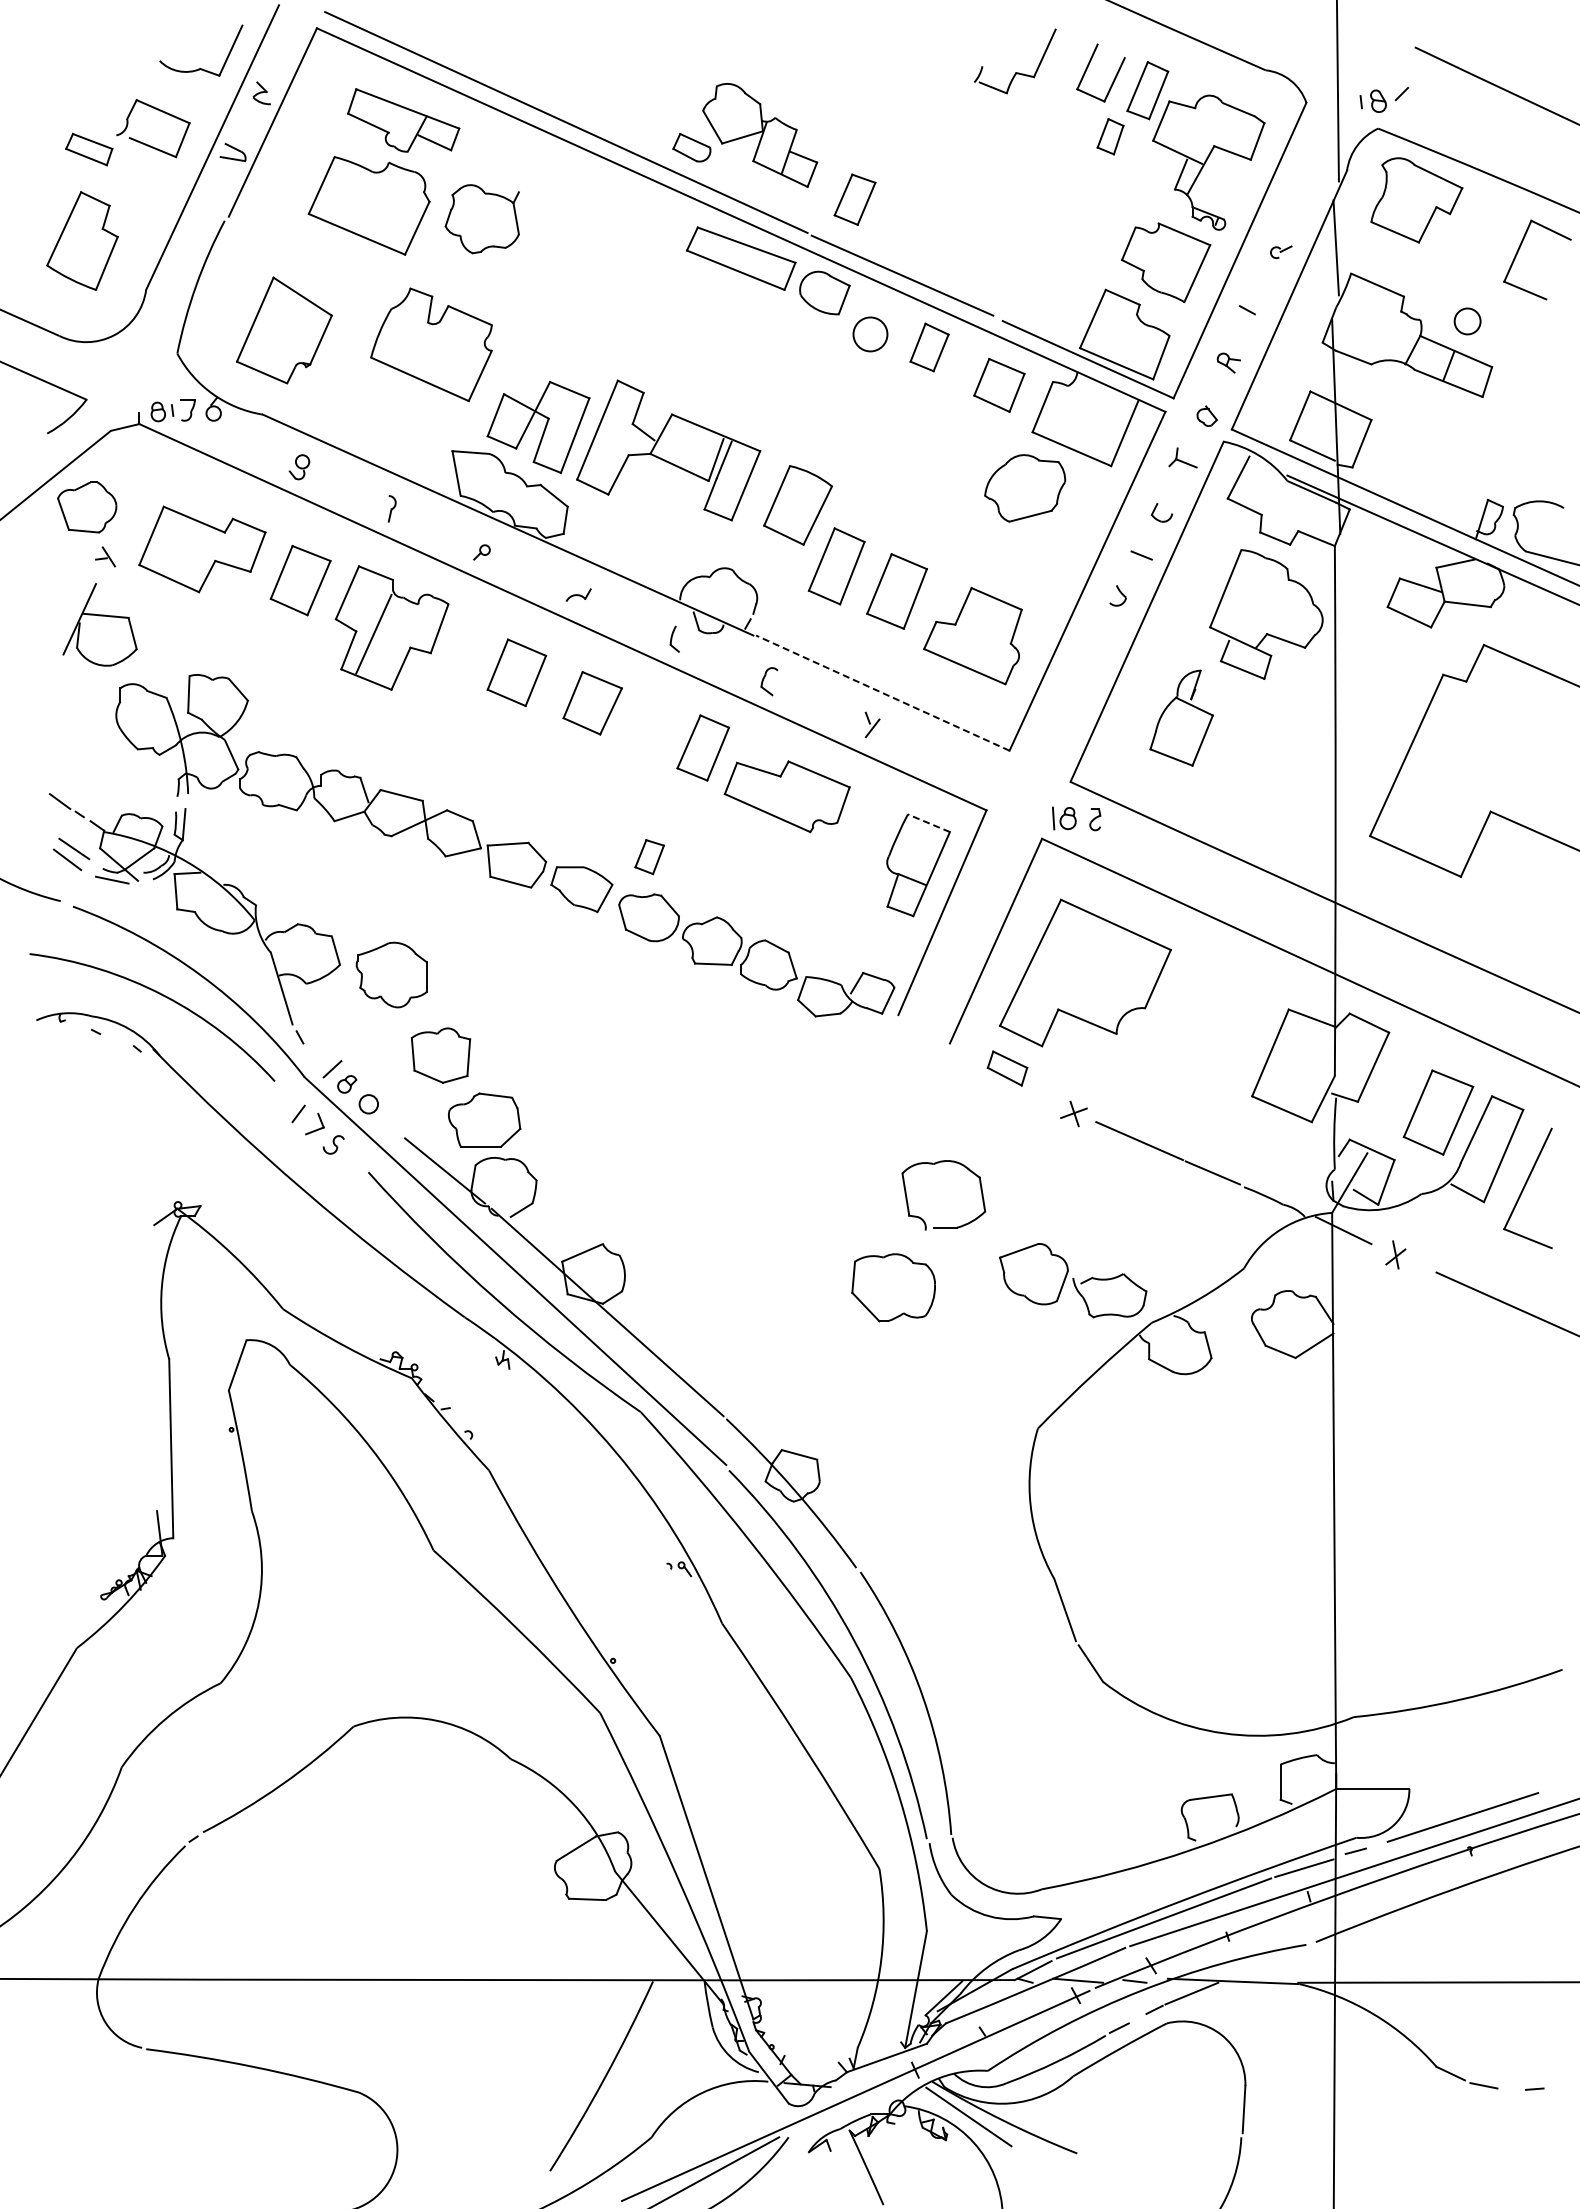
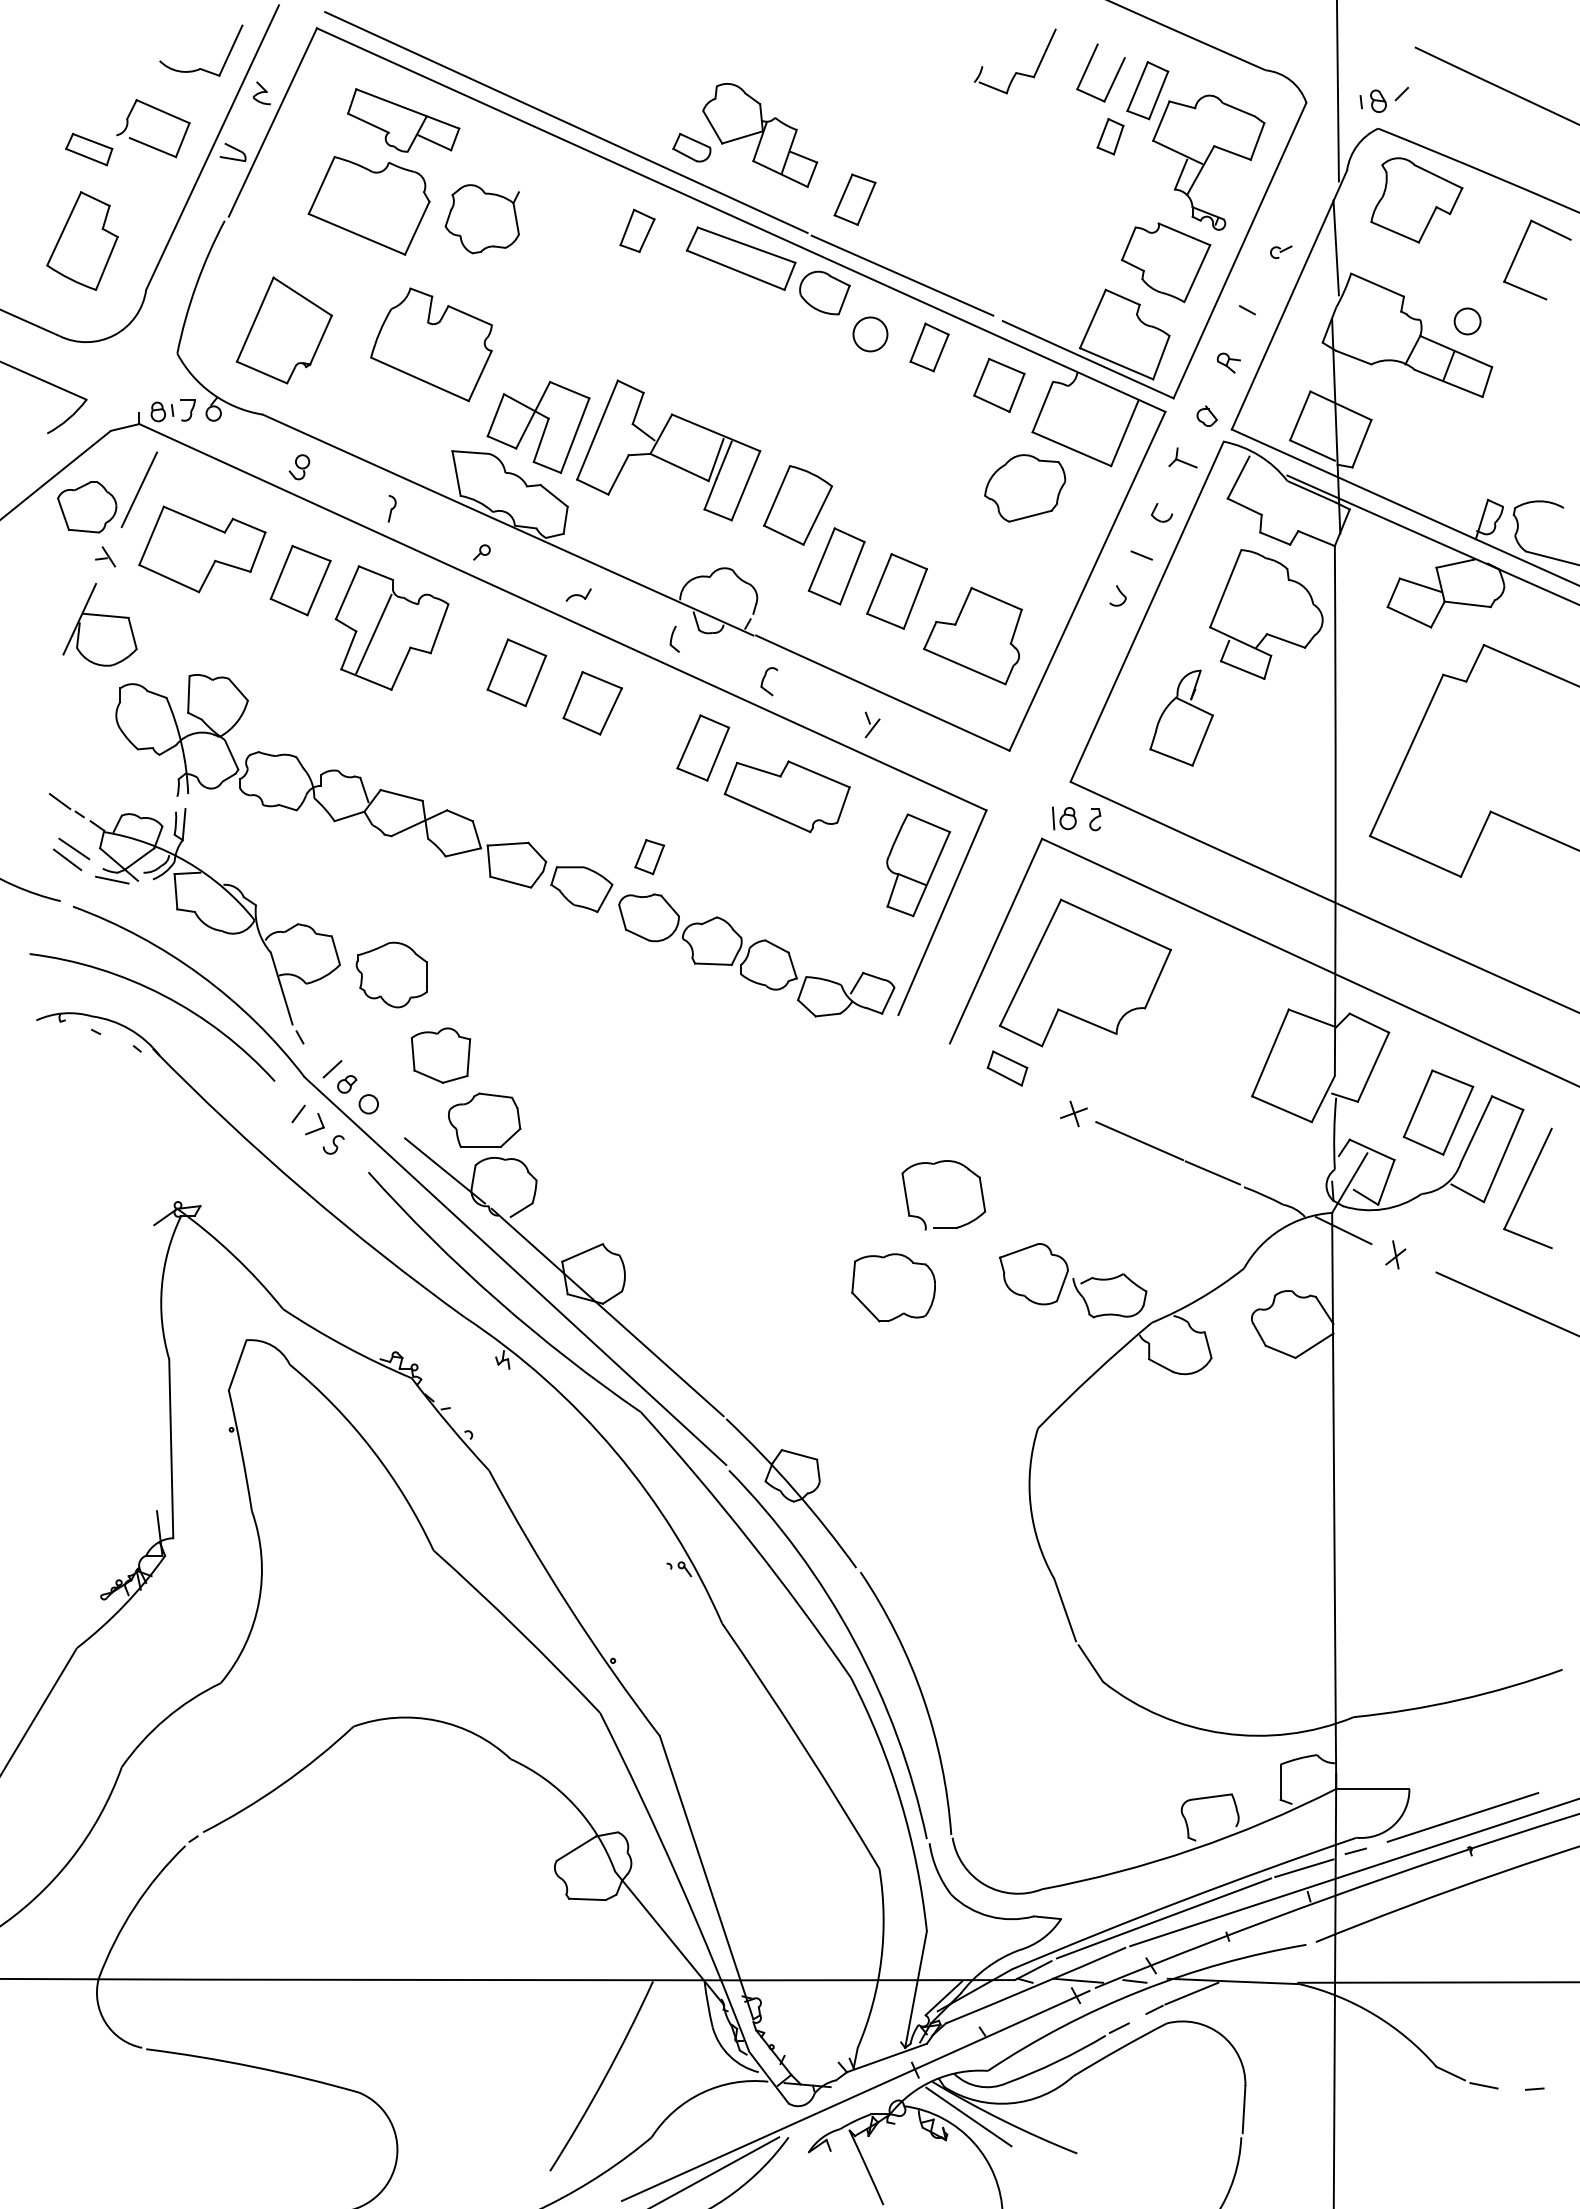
part at (637, 230): none -> present
line at (139, 489): none -> present
line at (882, 692): dashed -> solid
line at (928, 823): dashed -> solid
